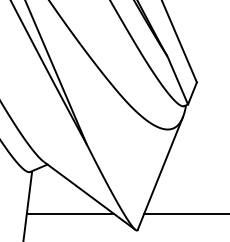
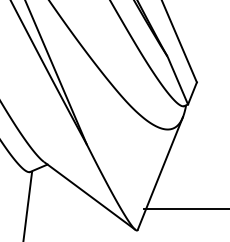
line at (70, 213): present -> none
line at (185, 213) position: (185, 213) -> (185, 208)
